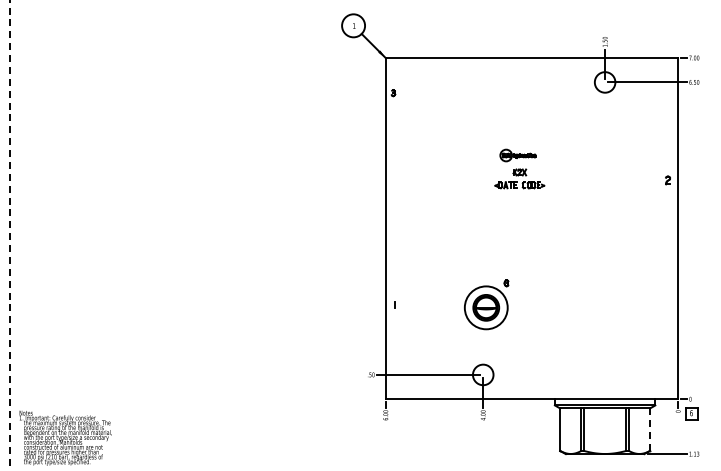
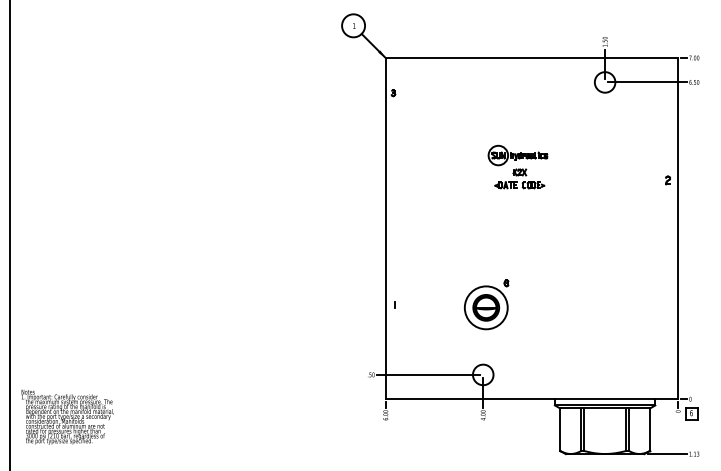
part at (517, 155) size: 38x15 px -> 62x23 px
line at (10, 235): dashed -> solid
line at (650, 430): dashed -> solid
text at (65, 437) position: (65, 437) -> (67, 416)
